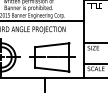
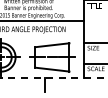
line at (54, 77): solid -> dashed
